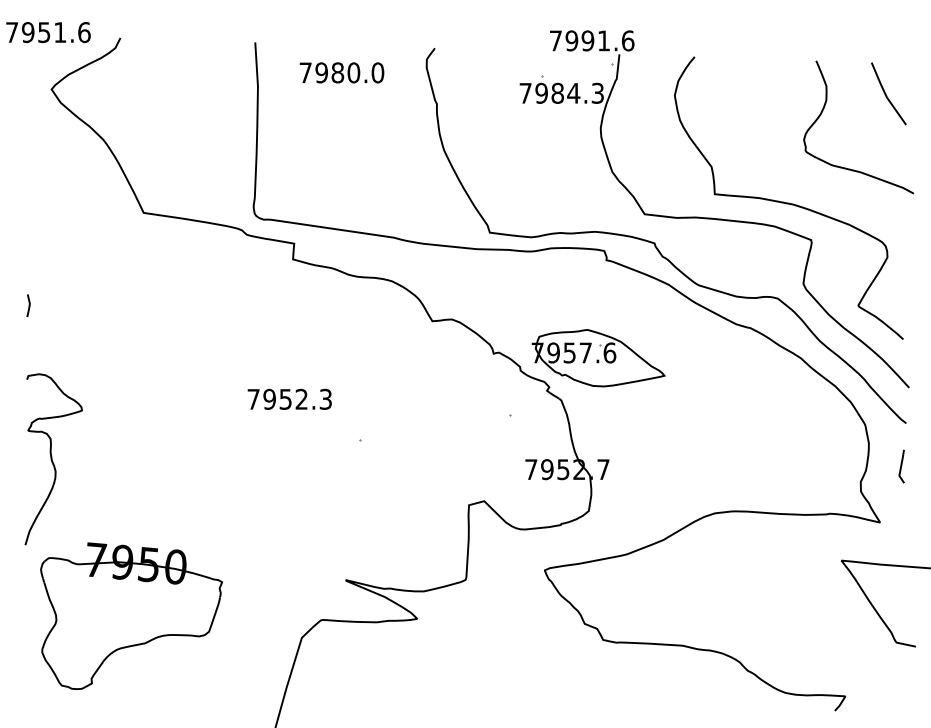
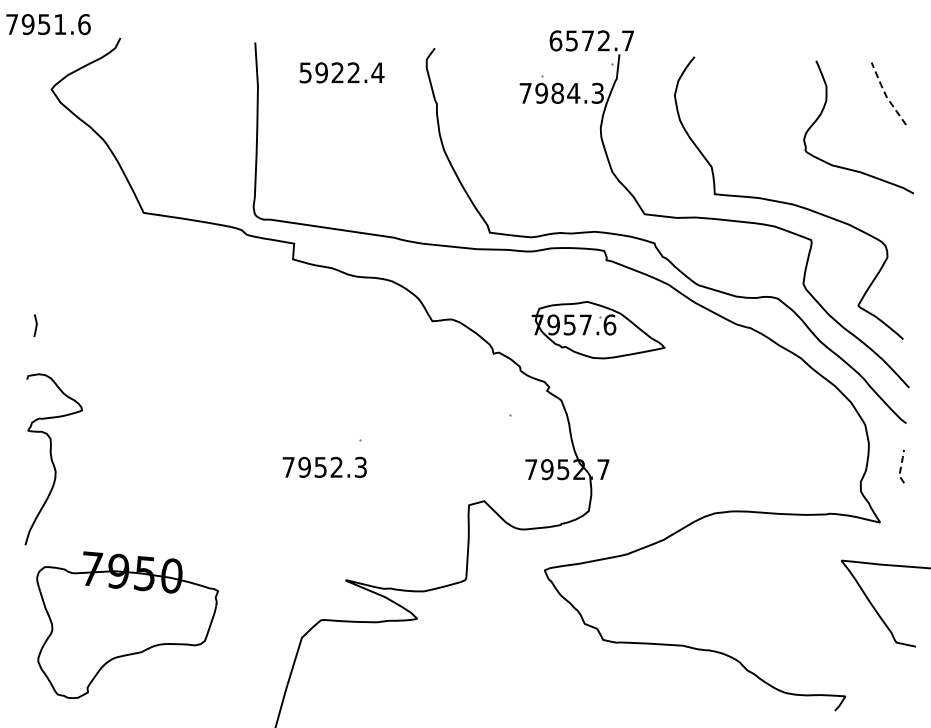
text at (48, 32) position: (48, 32) -> (48, 24)
text at (591, 40): 7991.6 -> 6572.7
text at (341, 72): 7980.0 -> 5922.4
line at (885, 94): solid -> dashed
line at (28, 305) position: (28, 305) -> (35, 325)
part at (598, 358) position: (598, 358) -> (598, 330)
text at (289, 398) position: (289, 398) -> (324, 466)
line at (901, 466): solid -> dashed
part at (131, 615) position: (131, 615) -> (127, 624)
